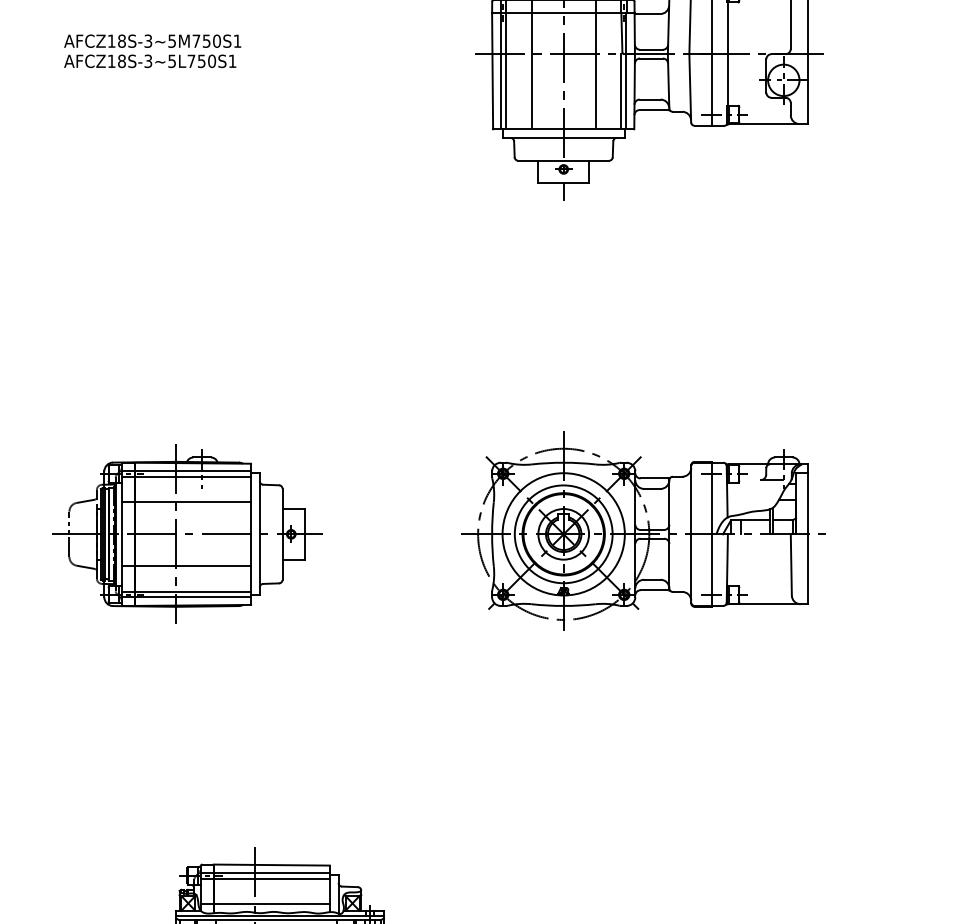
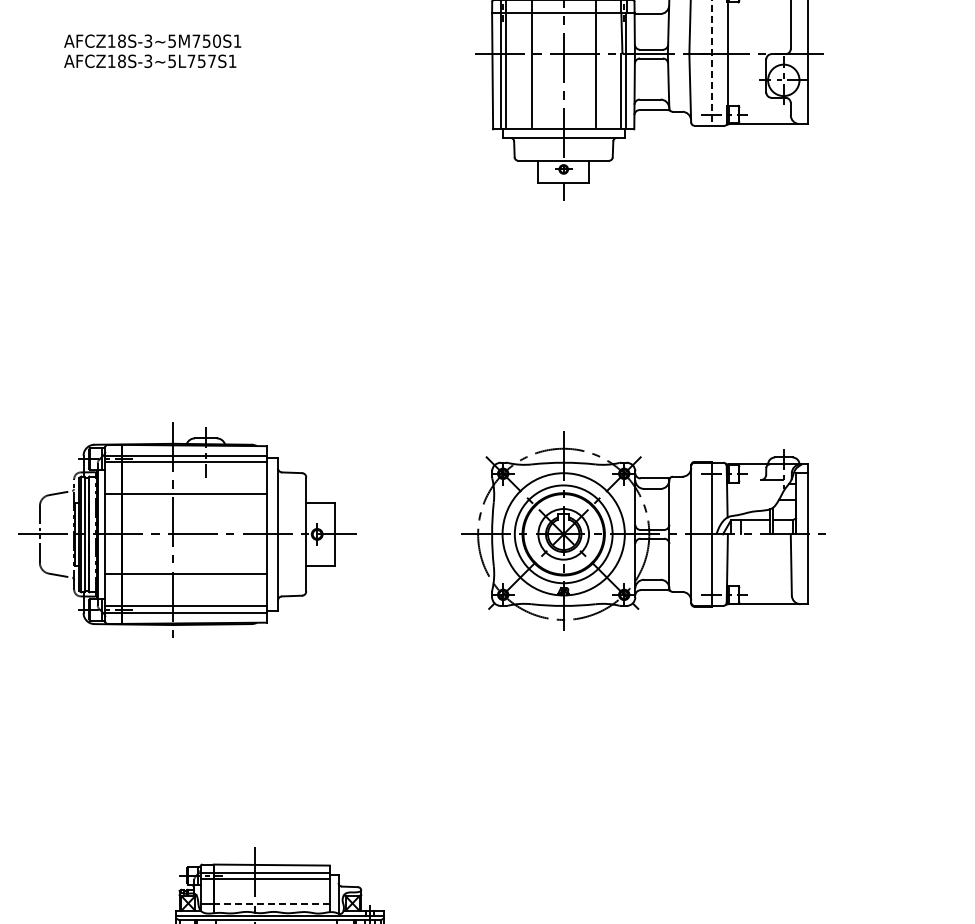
text at (212, 60): AFCZ18S-3~5L750S1 -> AFCZ18S-3~5L757S1
line at (712, 63): solid -> dashed
part at (187, 533) size: 271x180 px -> 339x216 px
line at (271, 904): solid -> dashed
